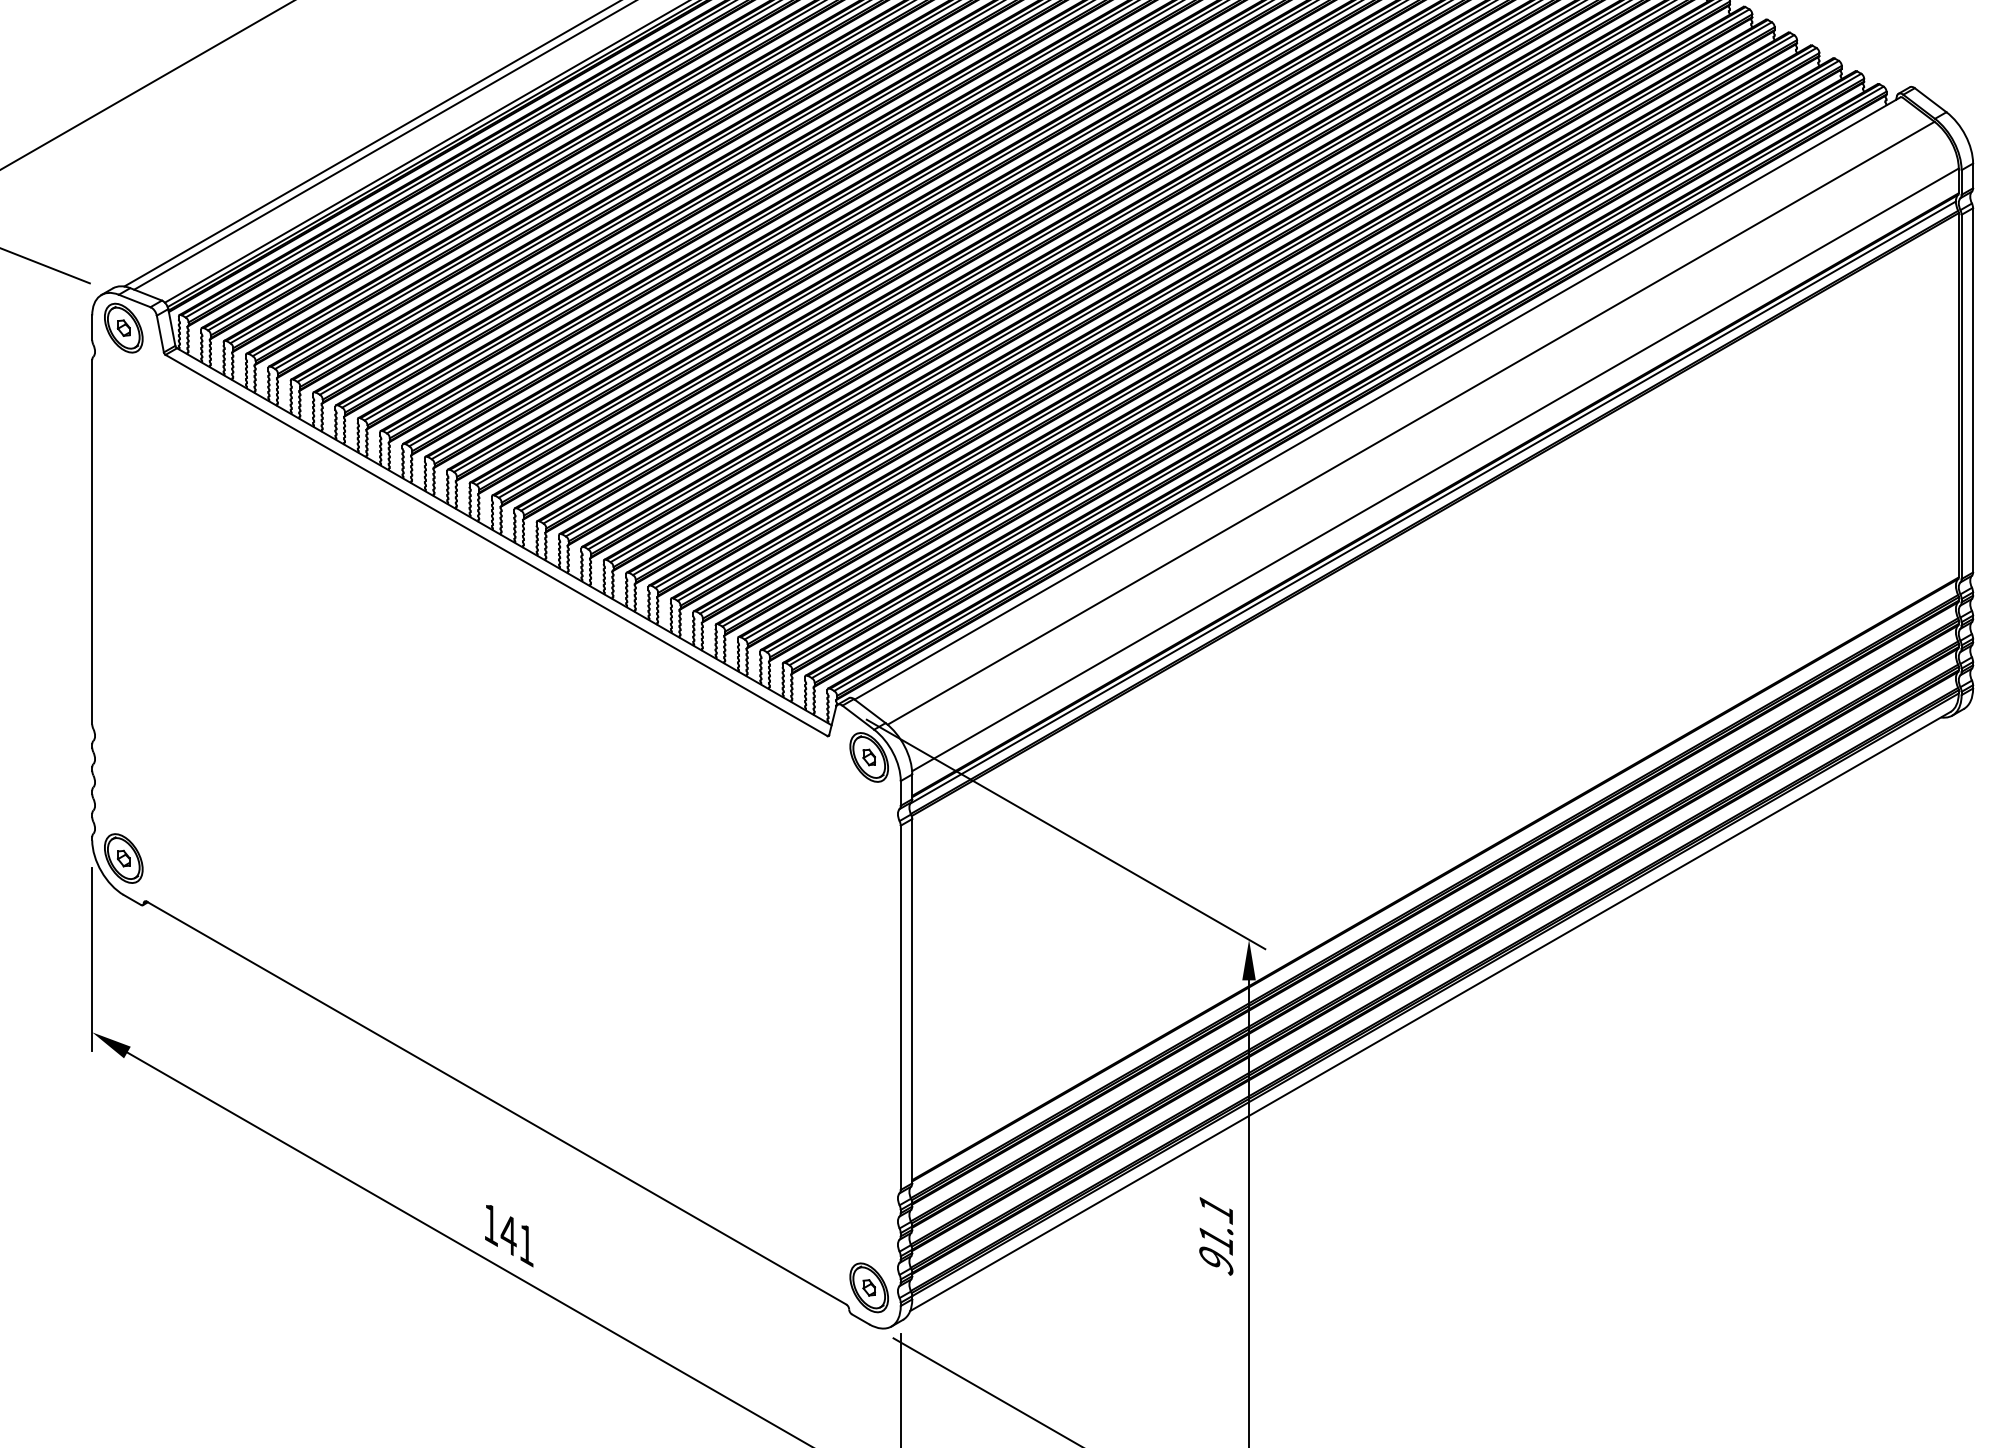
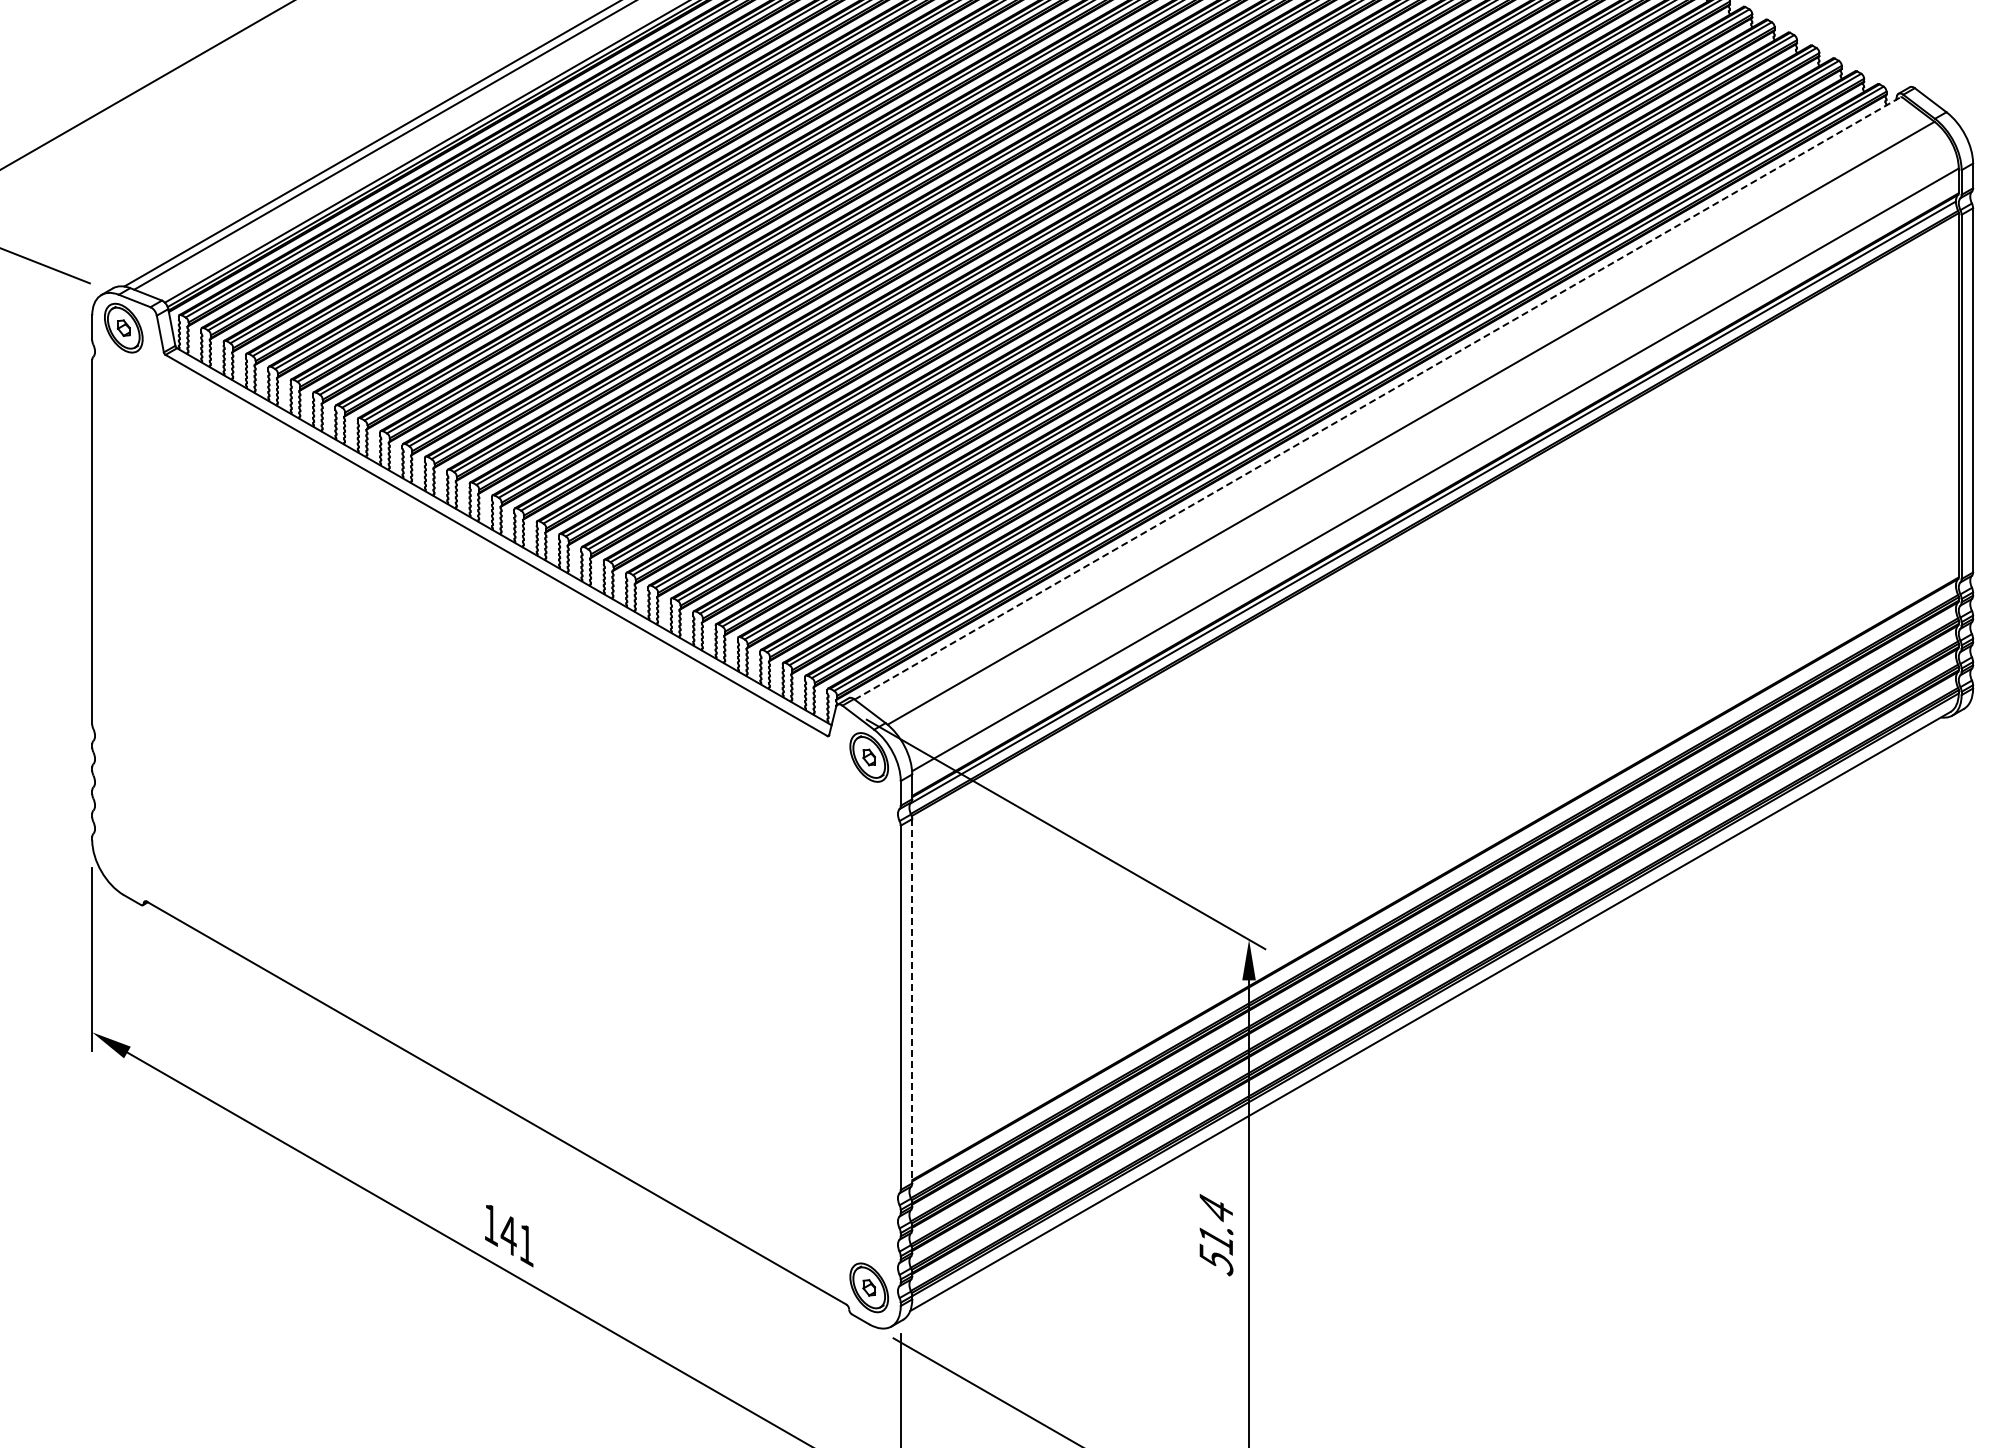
line at (1378, 398): solid -> dashed
part at (123, 858): present -> none
line at (912, 1001): solid -> dashed
text at (1216, 1235): 91.1 -> 51.4
